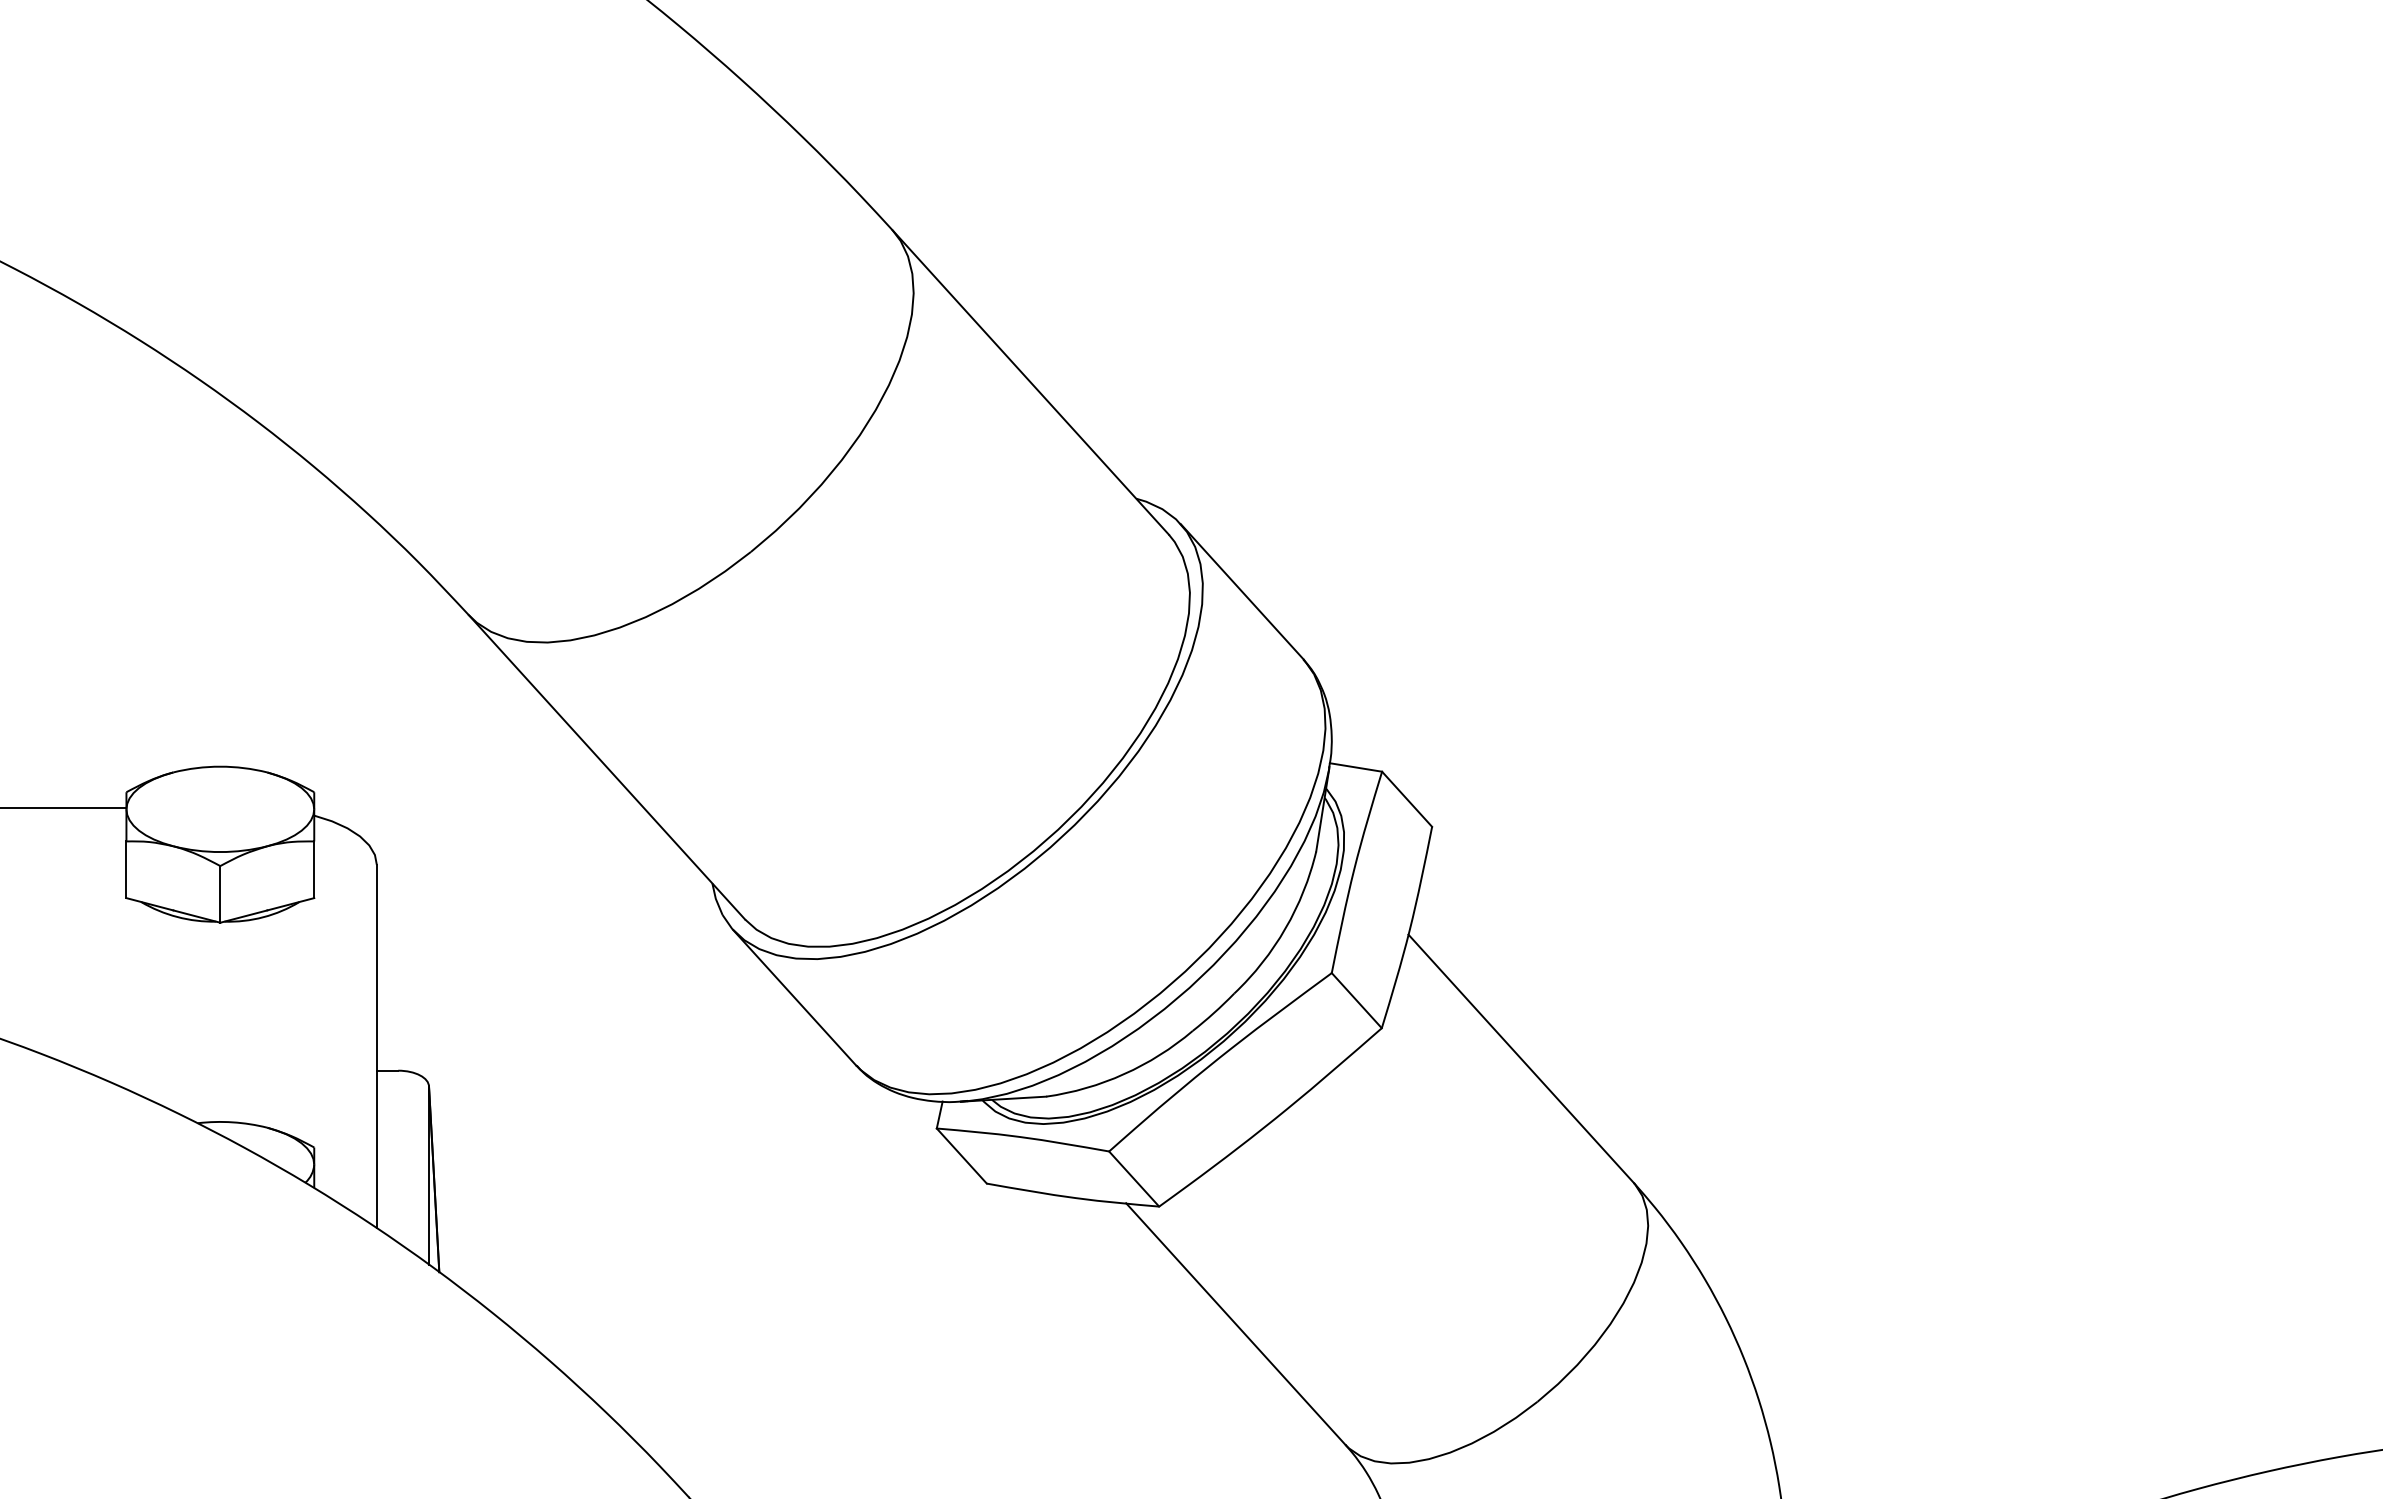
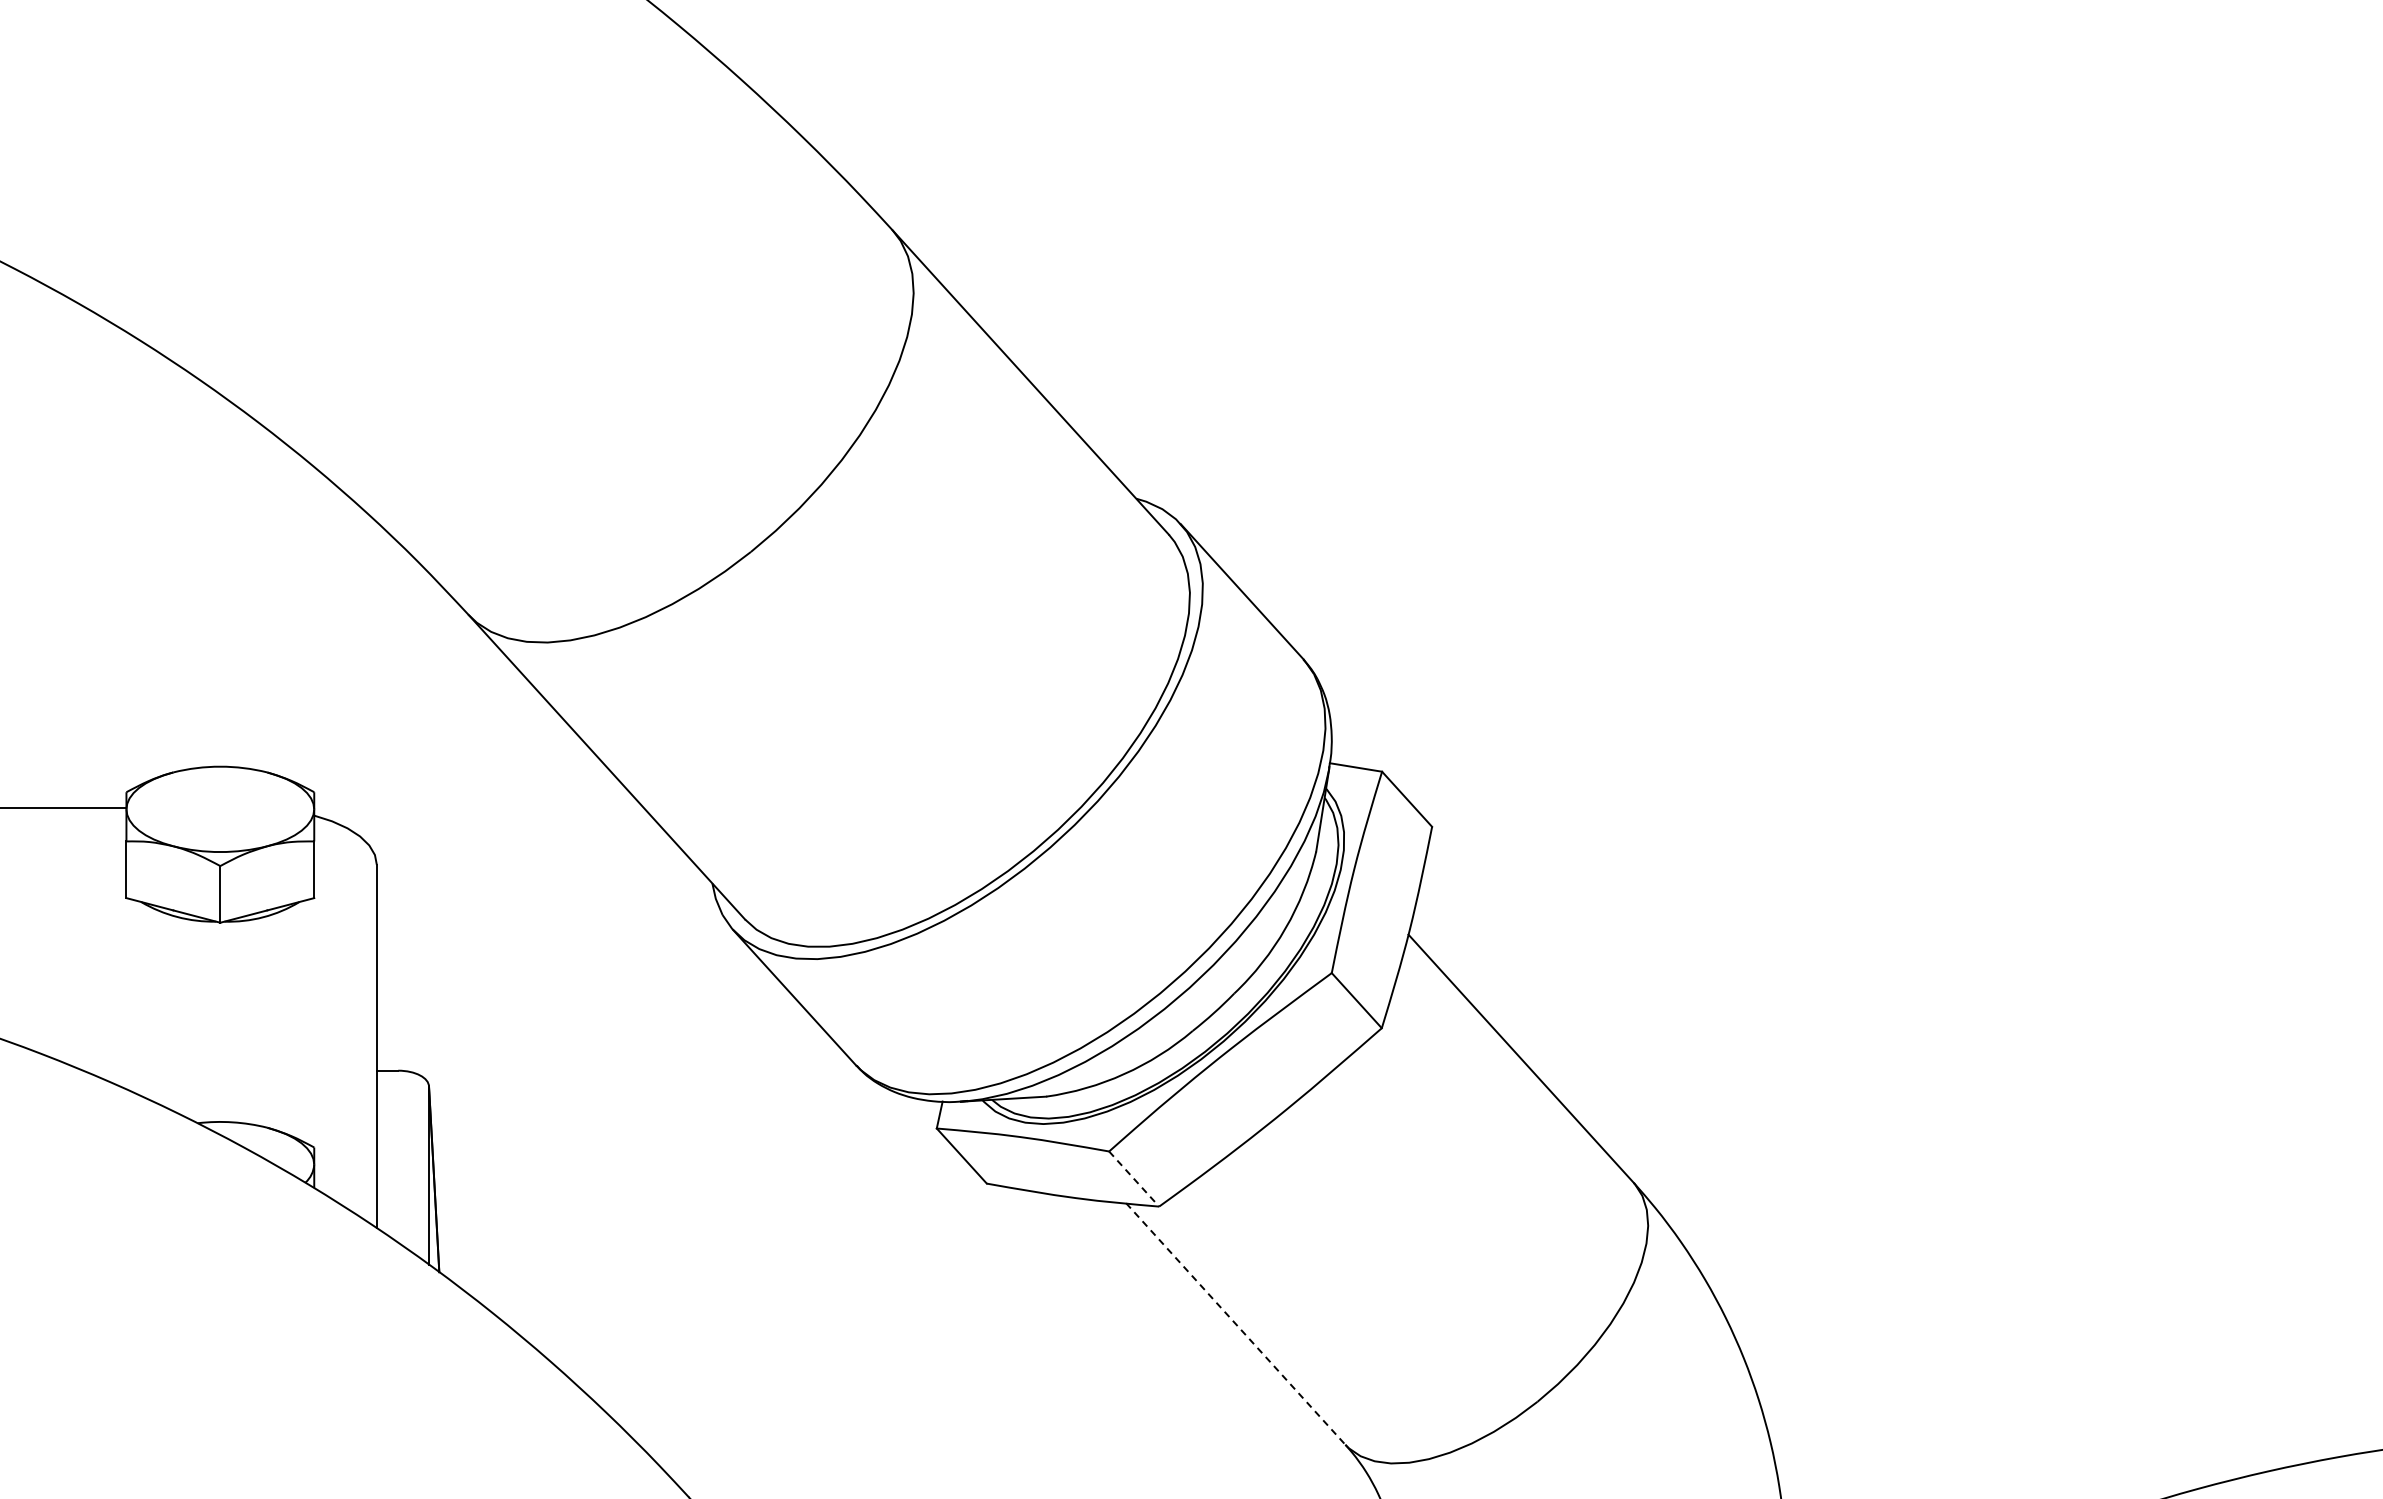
line at (1134, 1179): solid -> dashed
line at (1236, 1324): solid -> dashed
